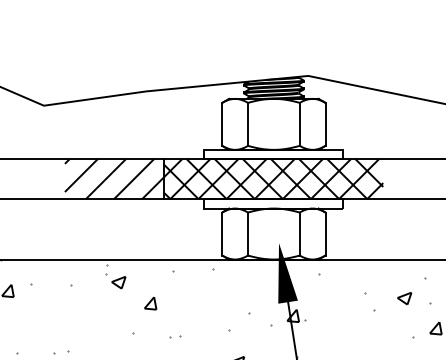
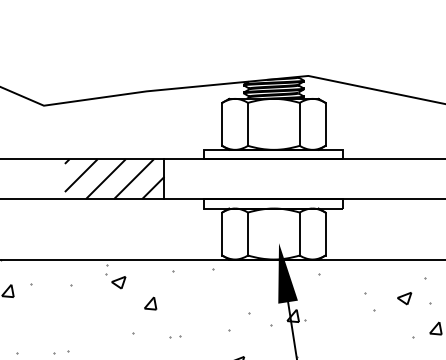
hatch at (273, 179): present -> none
